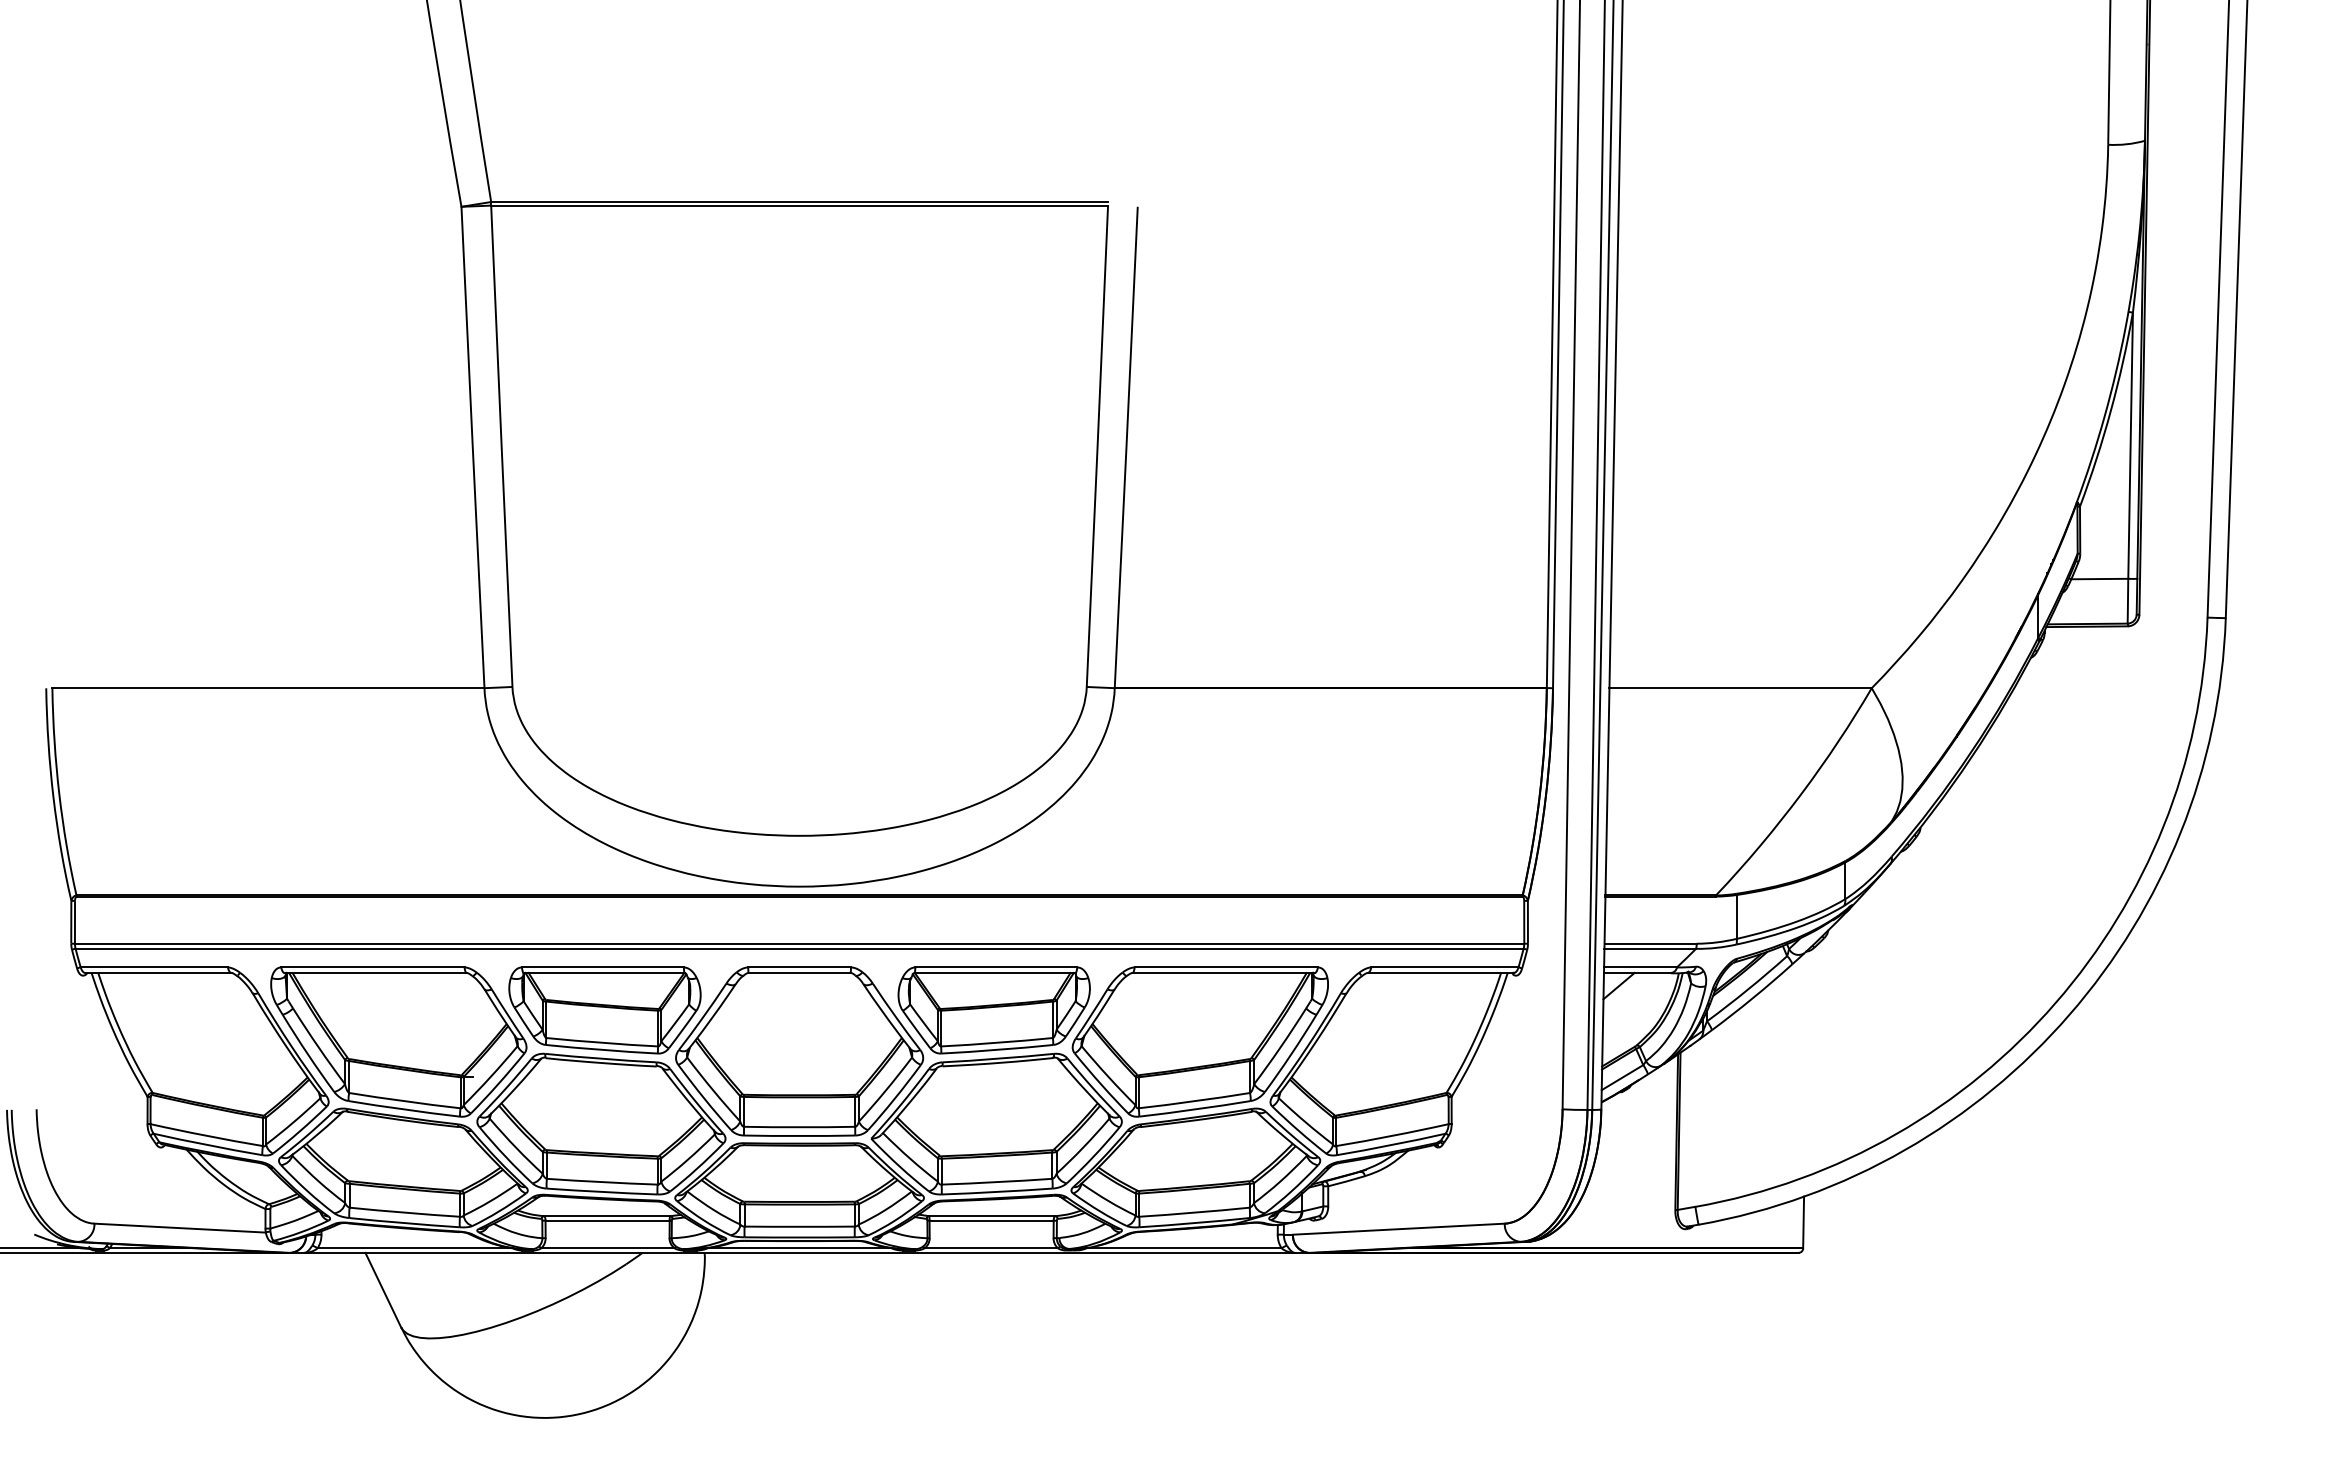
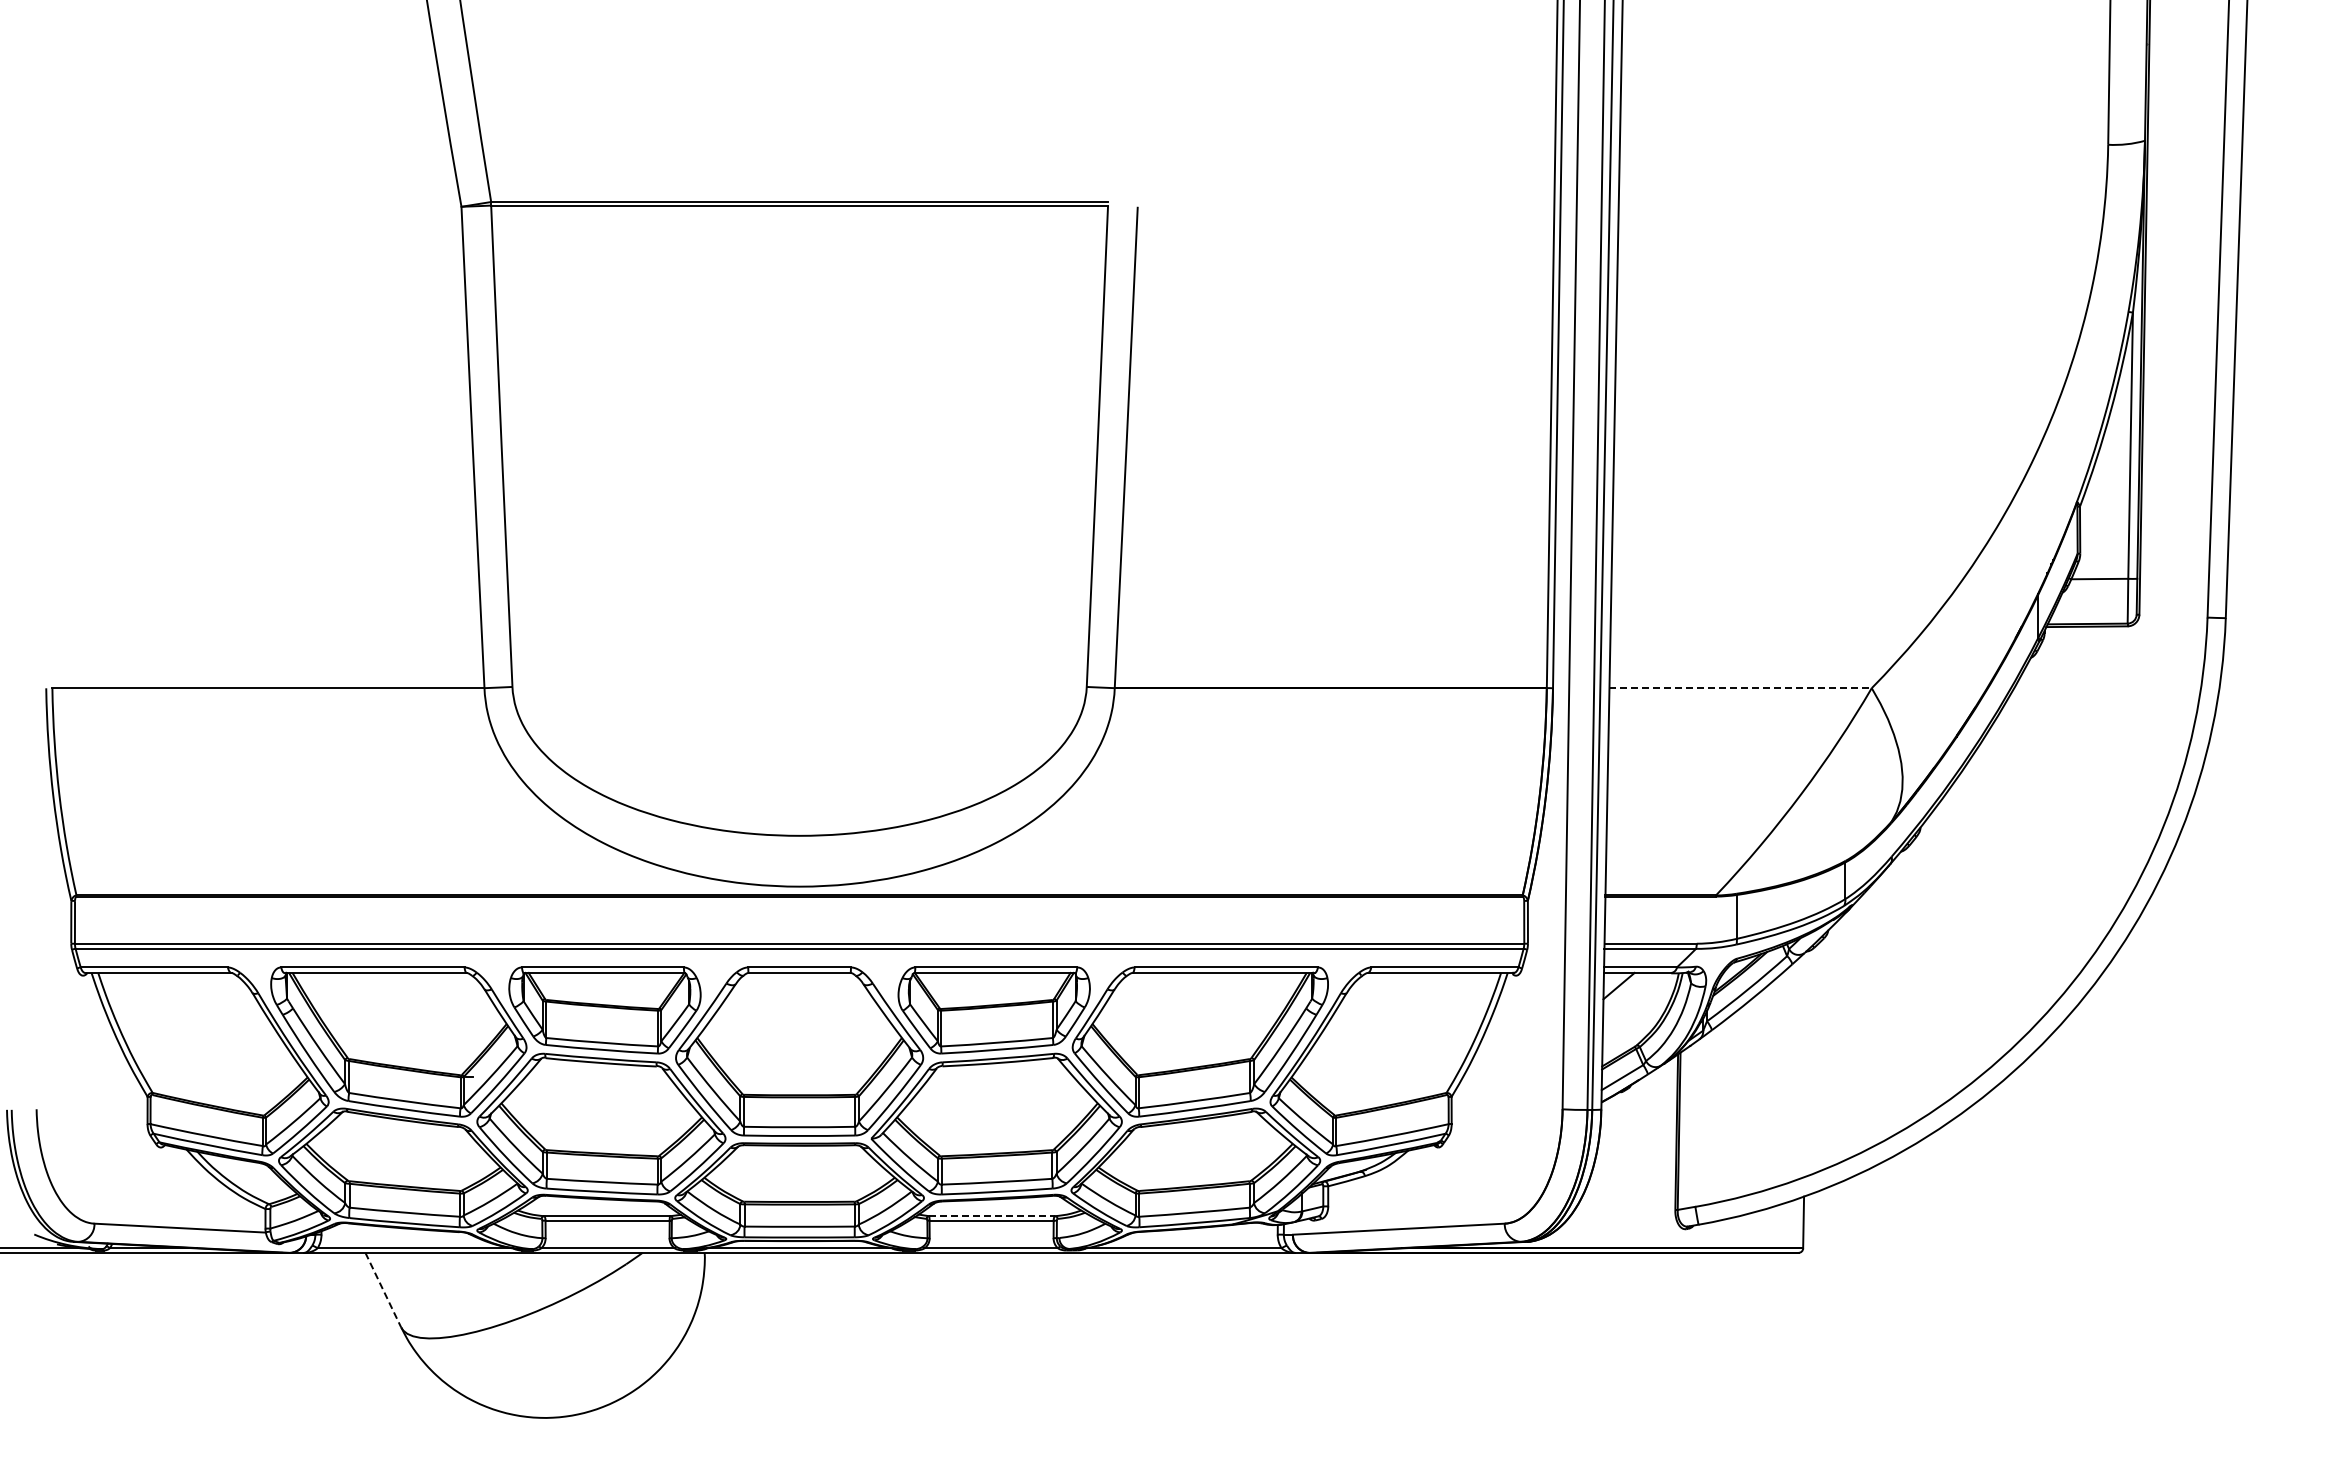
line at (1741, 688): solid -> dashed
line at (992, 1216): solid -> dashed
line at (383, 1290): solid -> dashed
